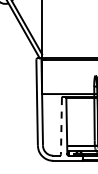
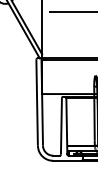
line at (71, 11): none -> present
line at (61, 126): dashed -> solid
